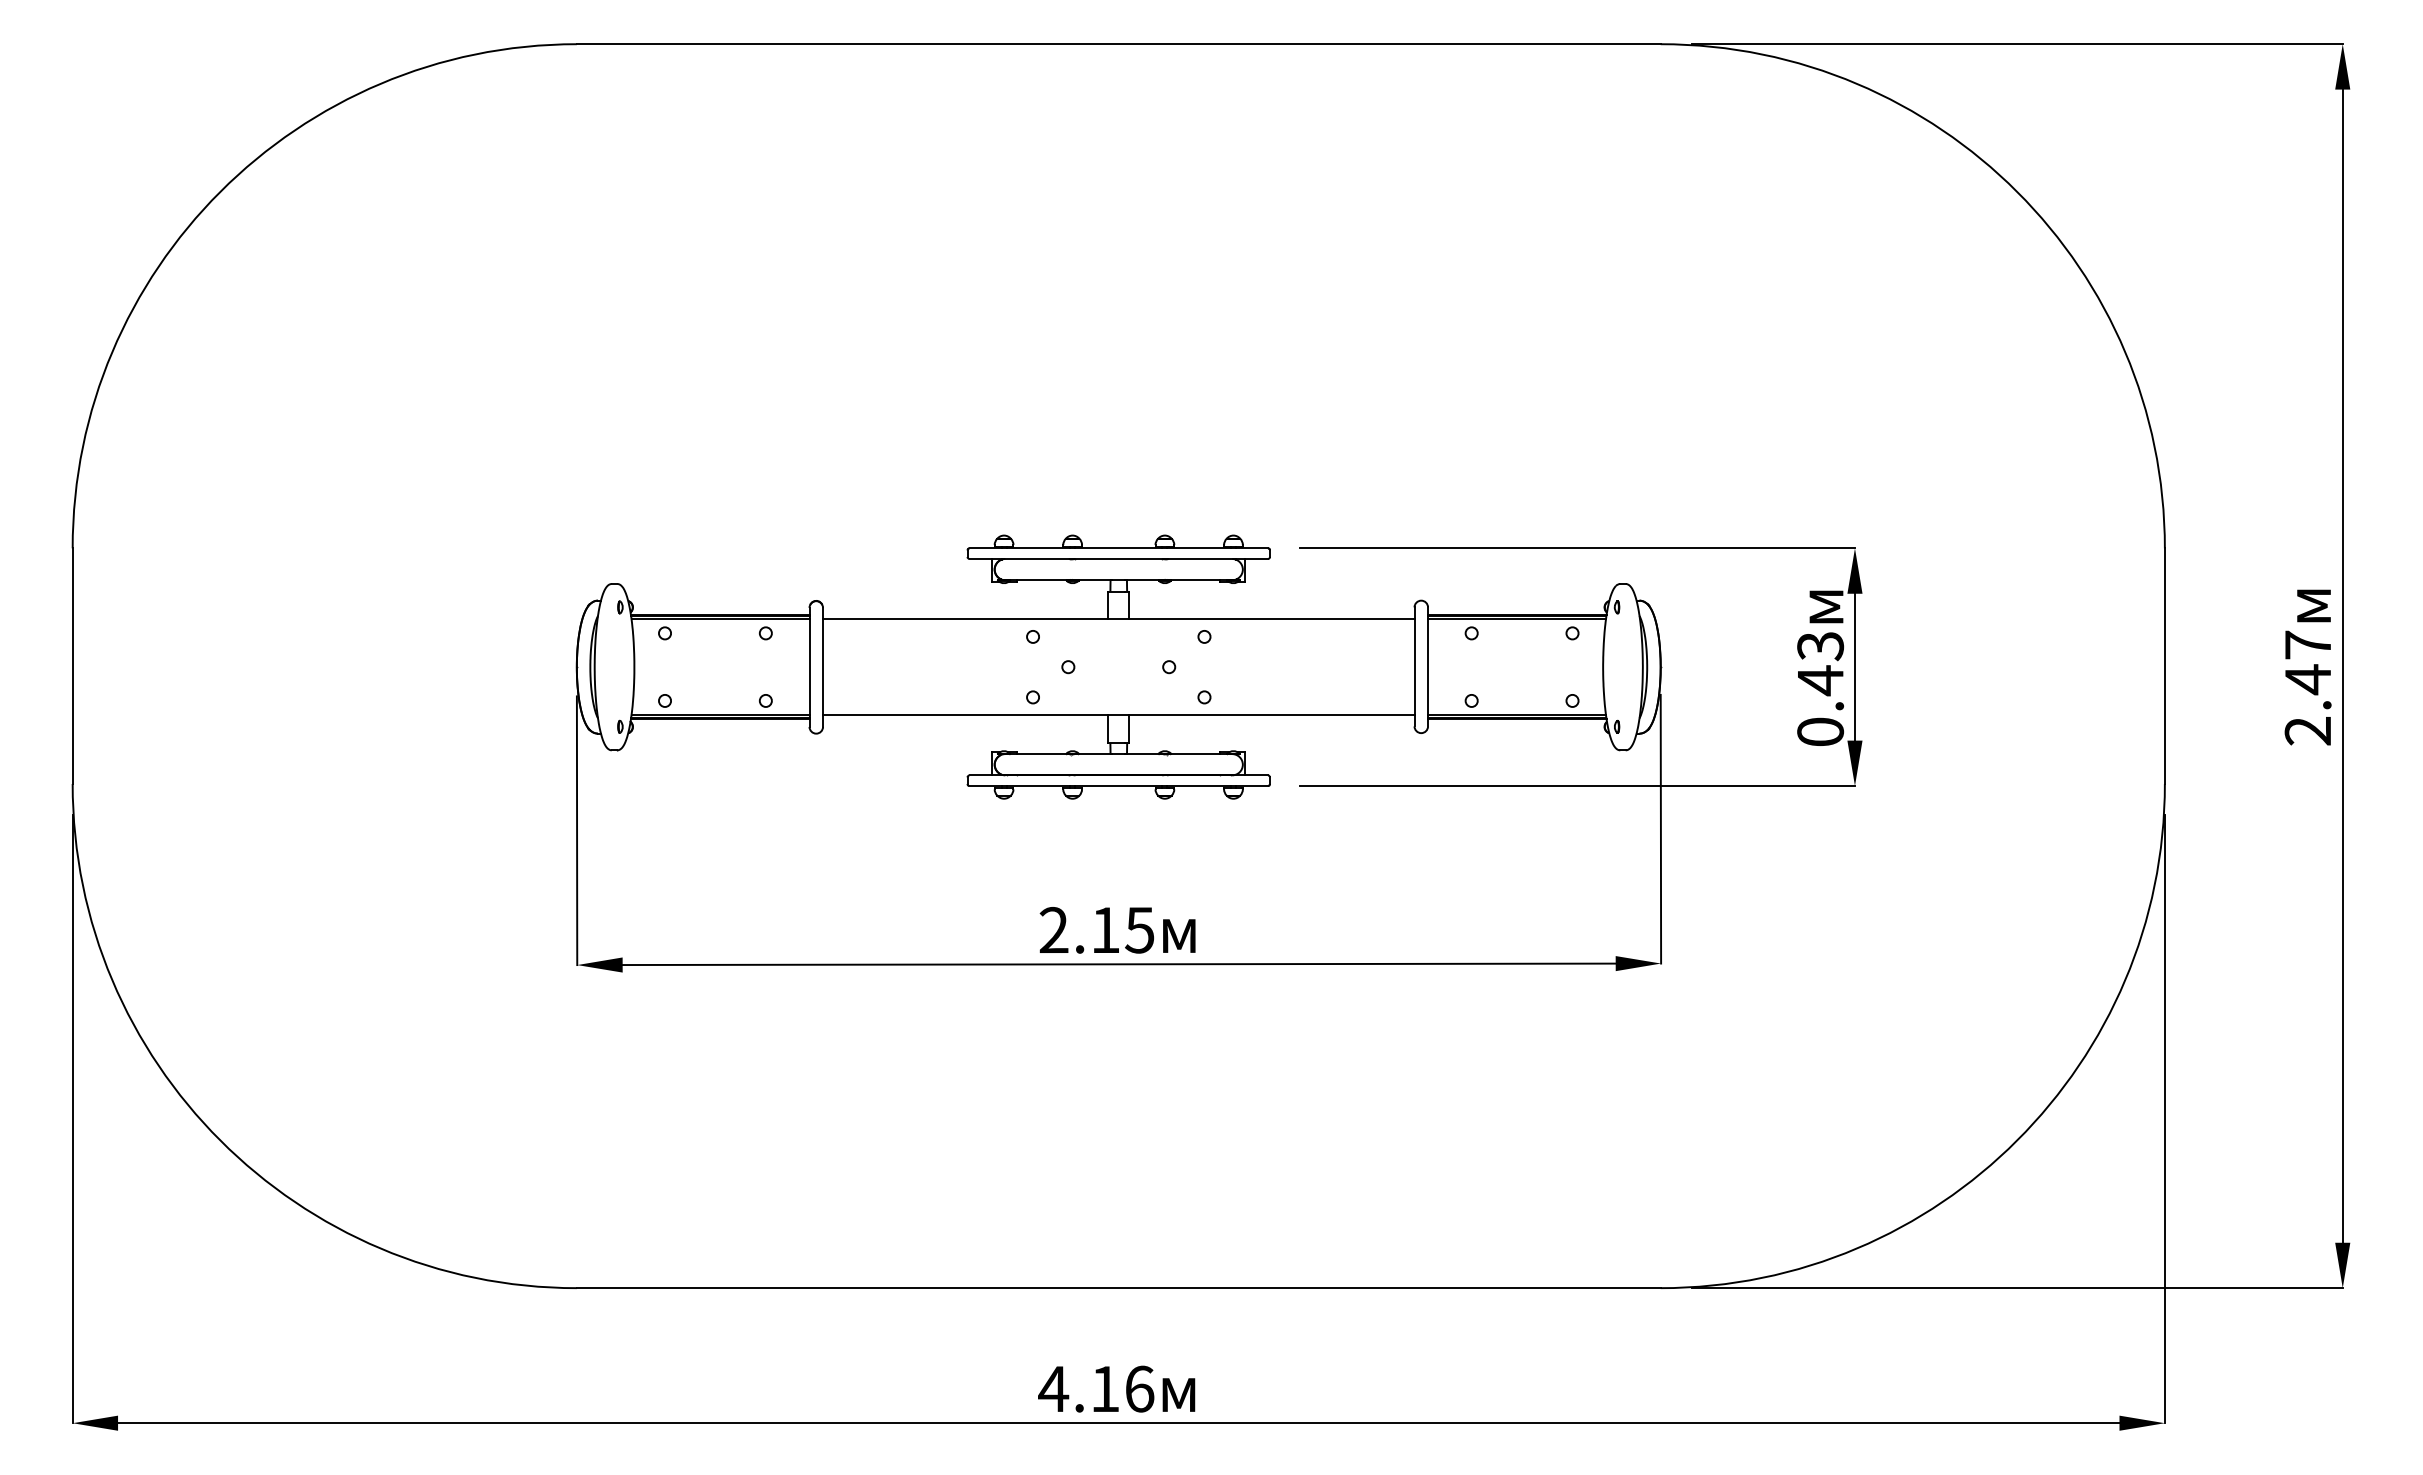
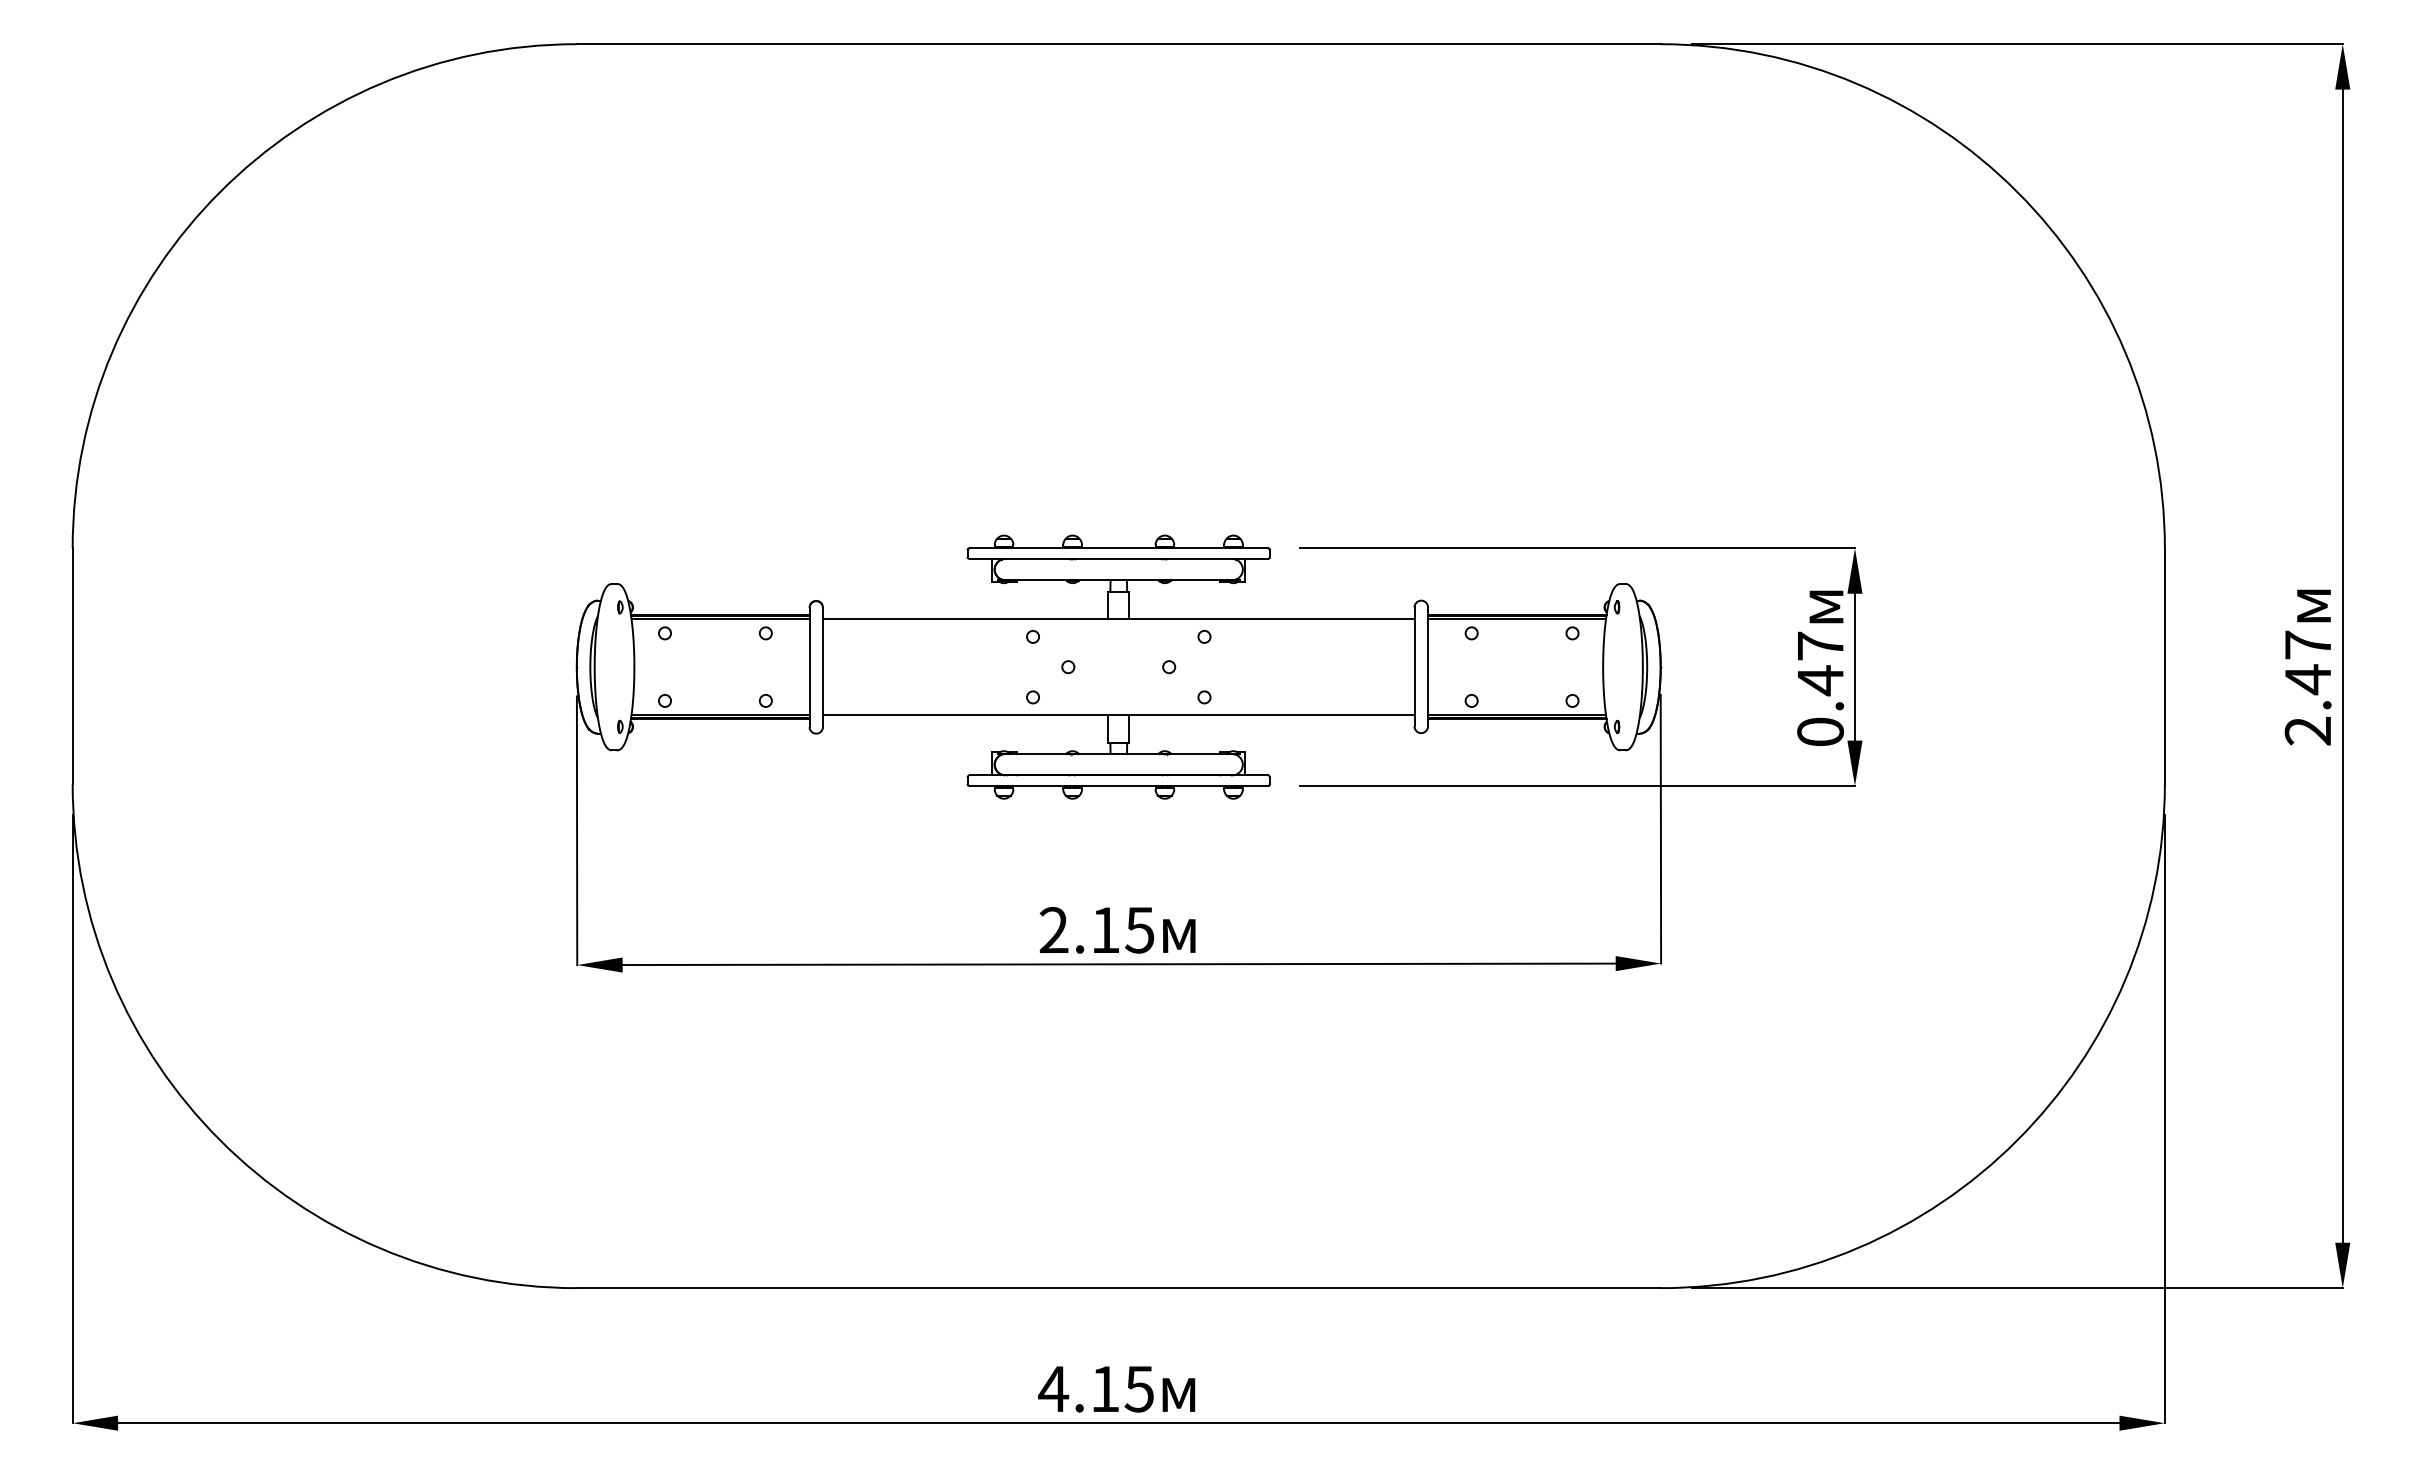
text at (1820, 646): 0.43 -> 0.47
text at (1139, 1388): 4.16 -> 4.15
